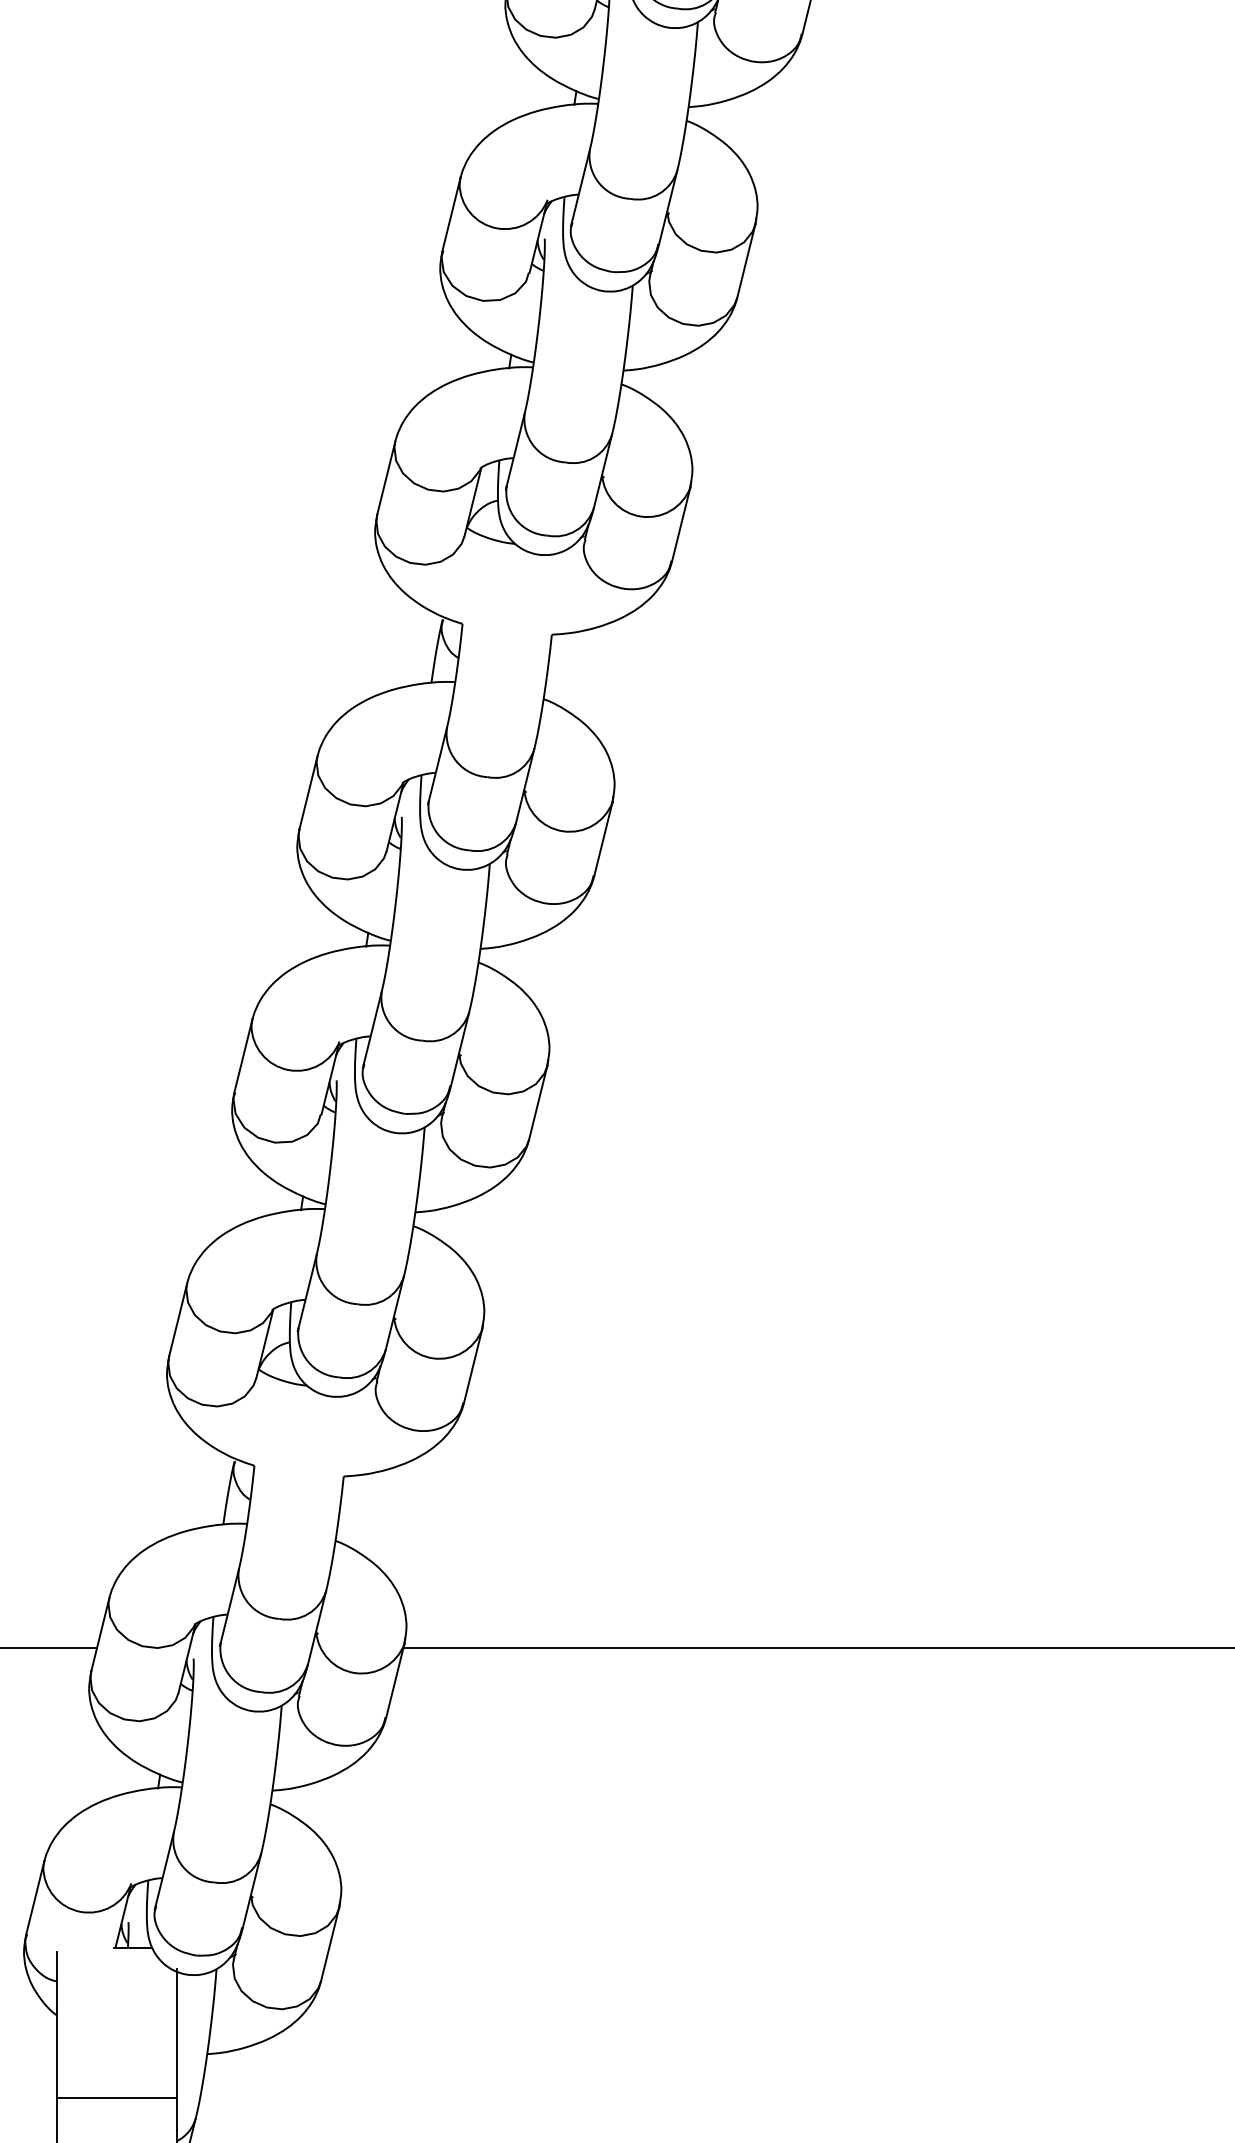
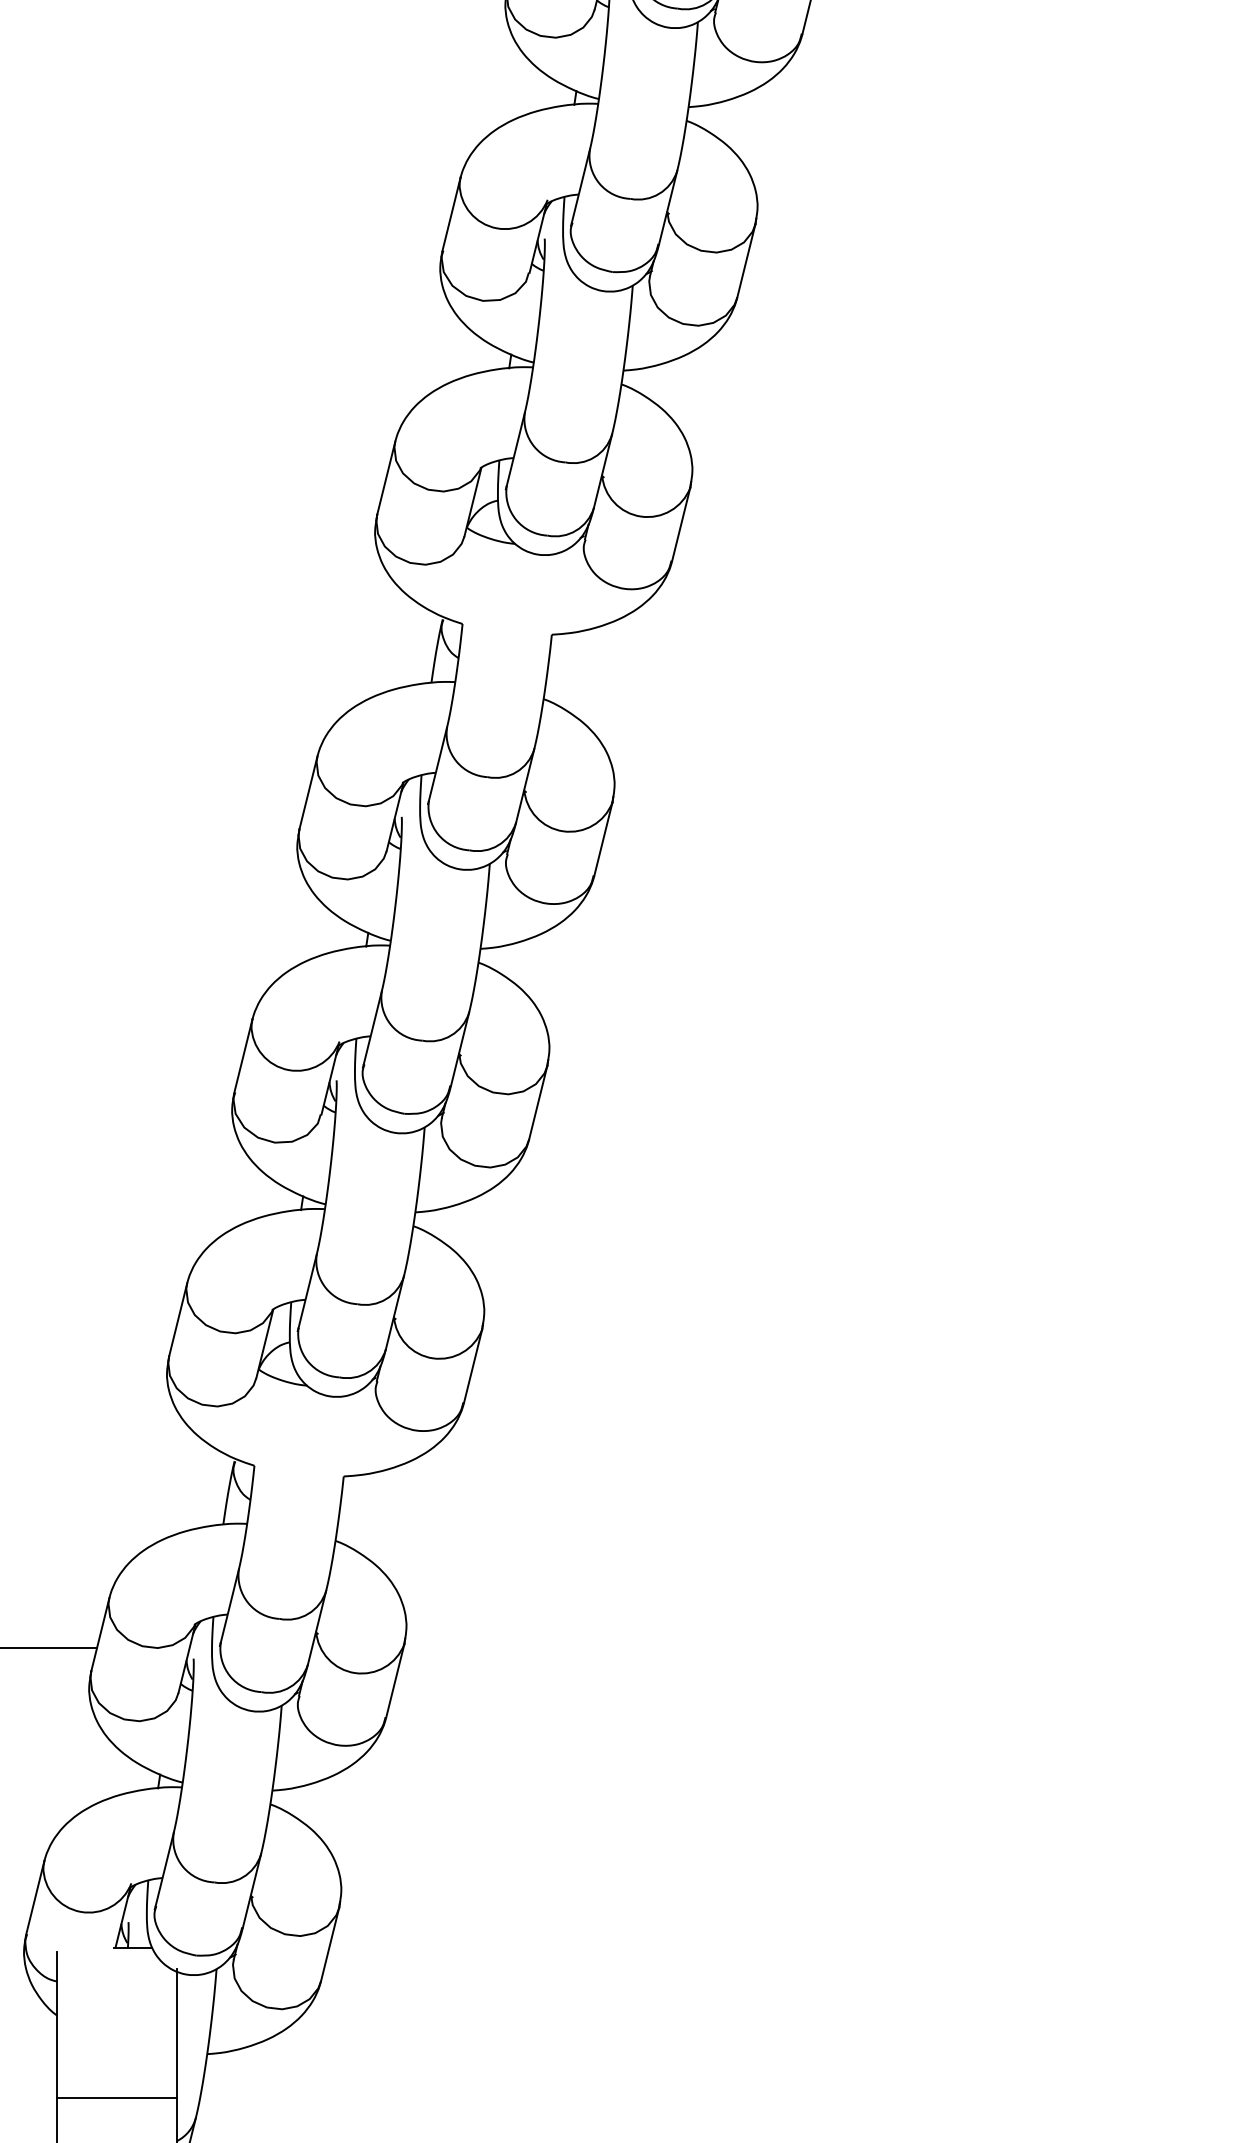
line at (817, 1648): present -> none
